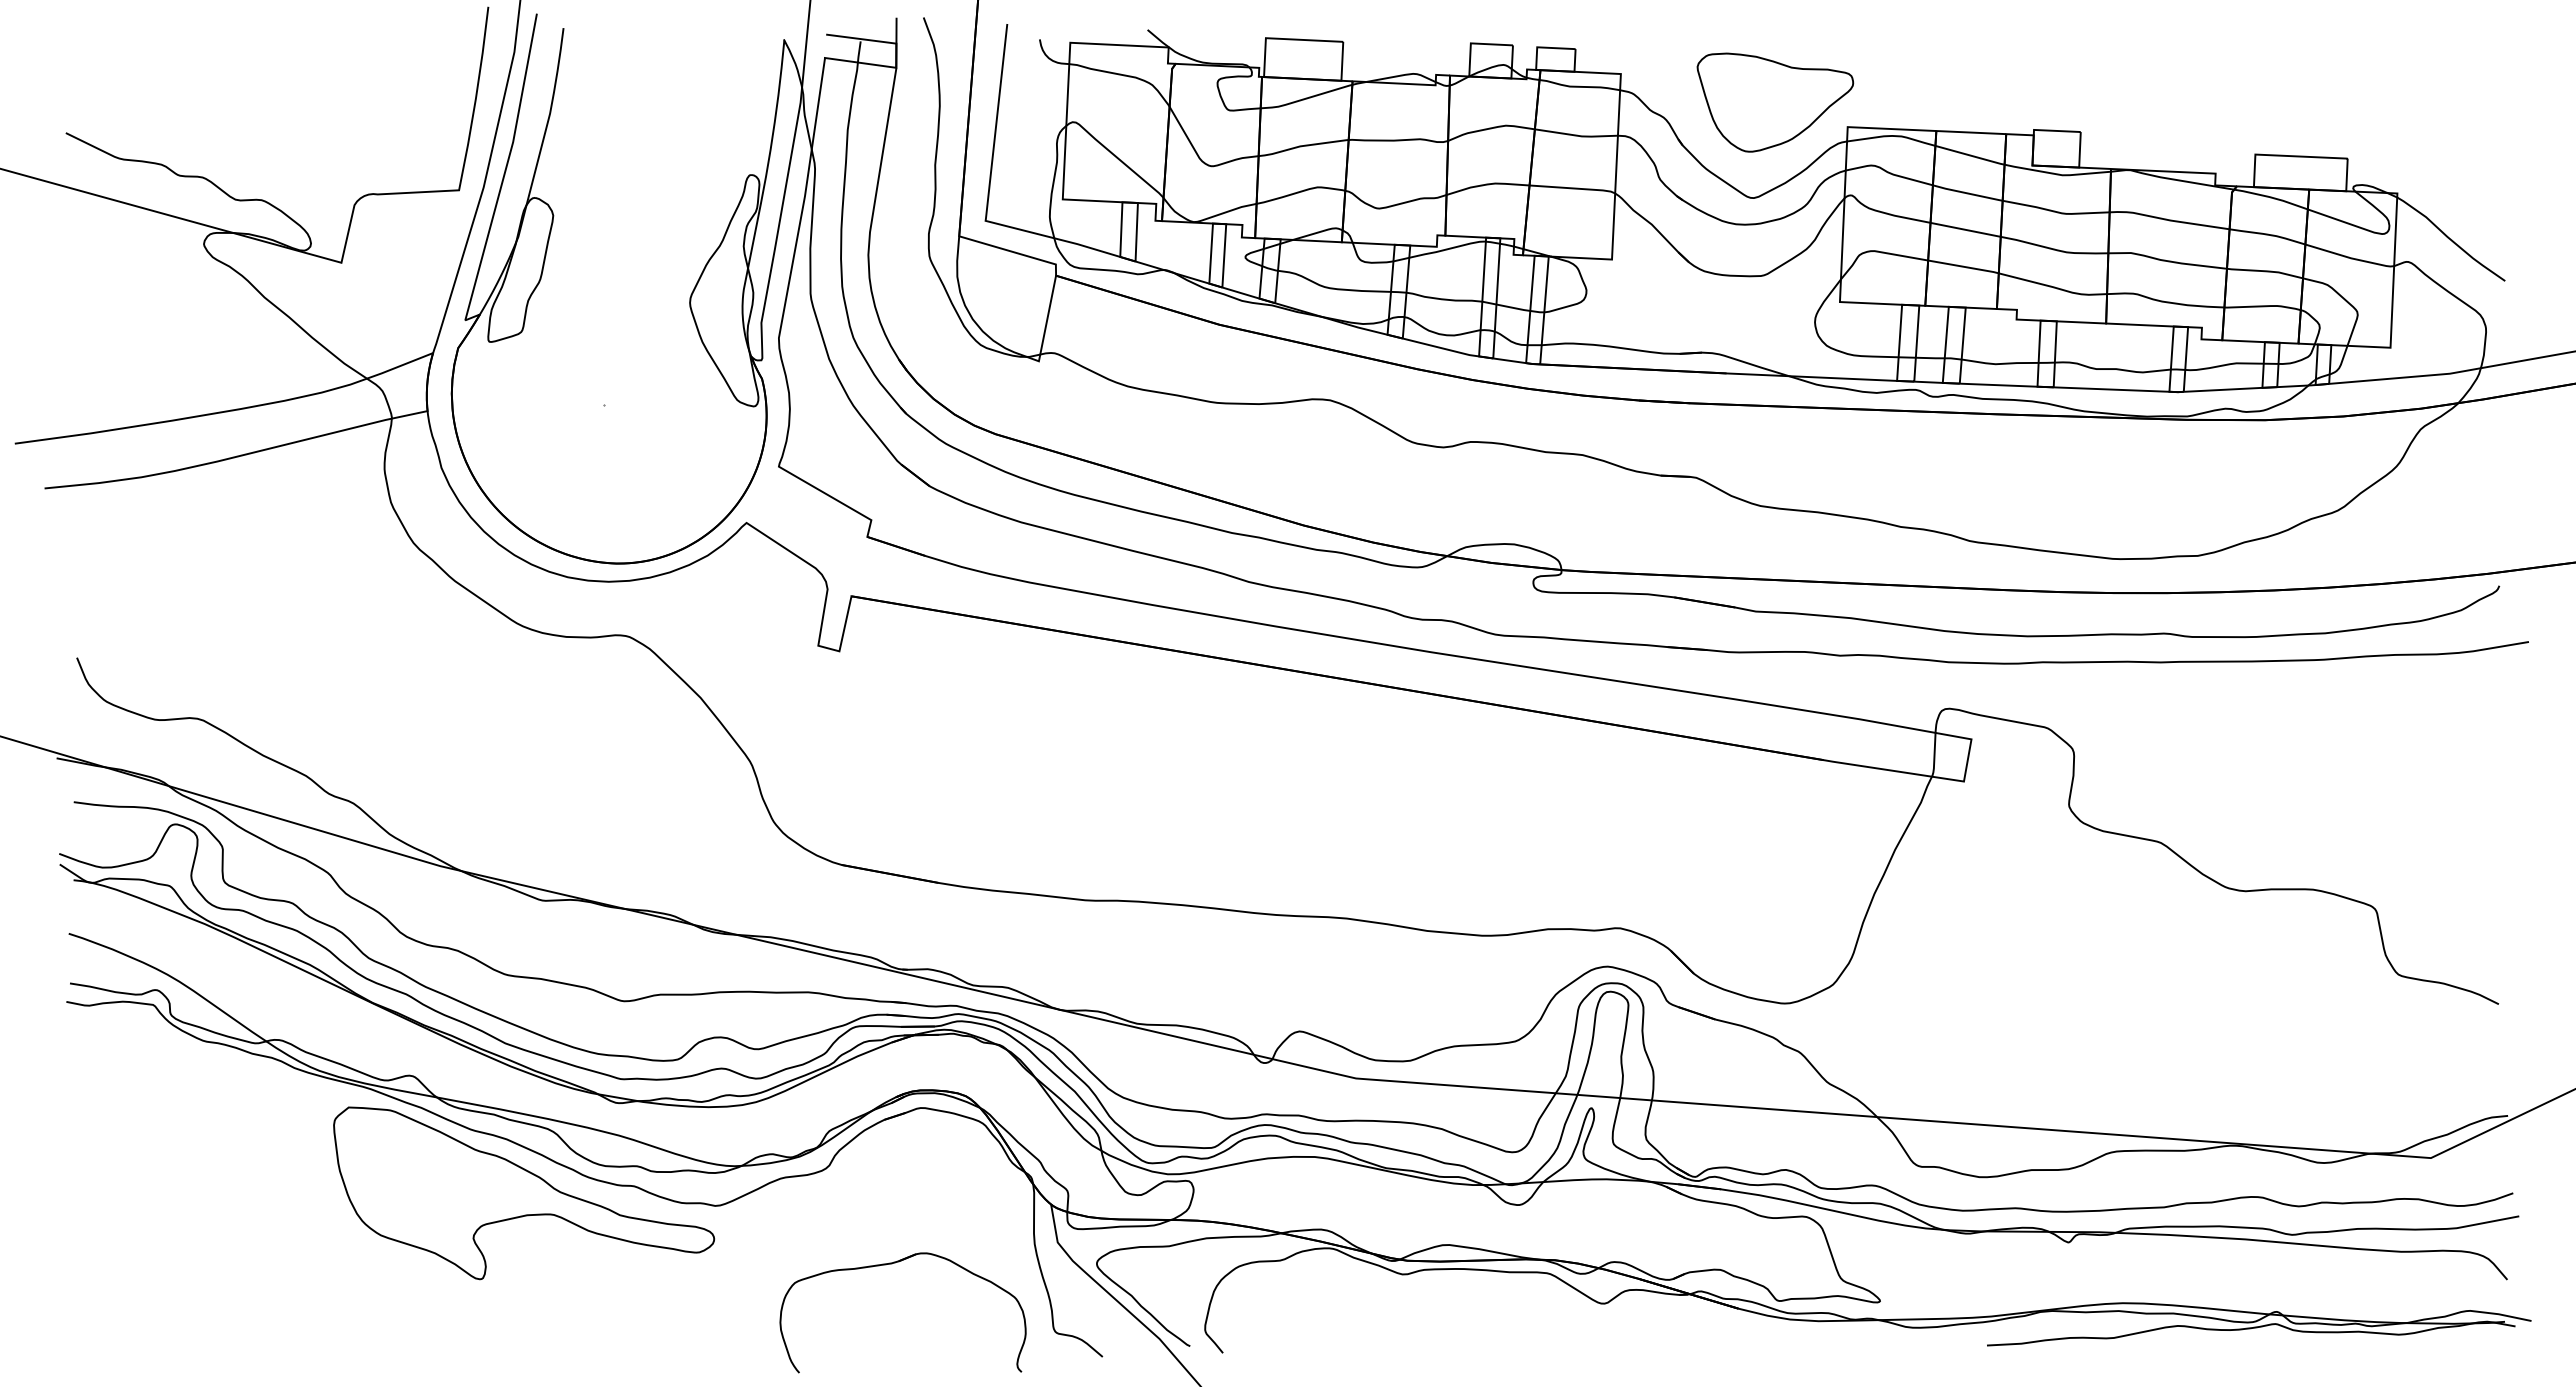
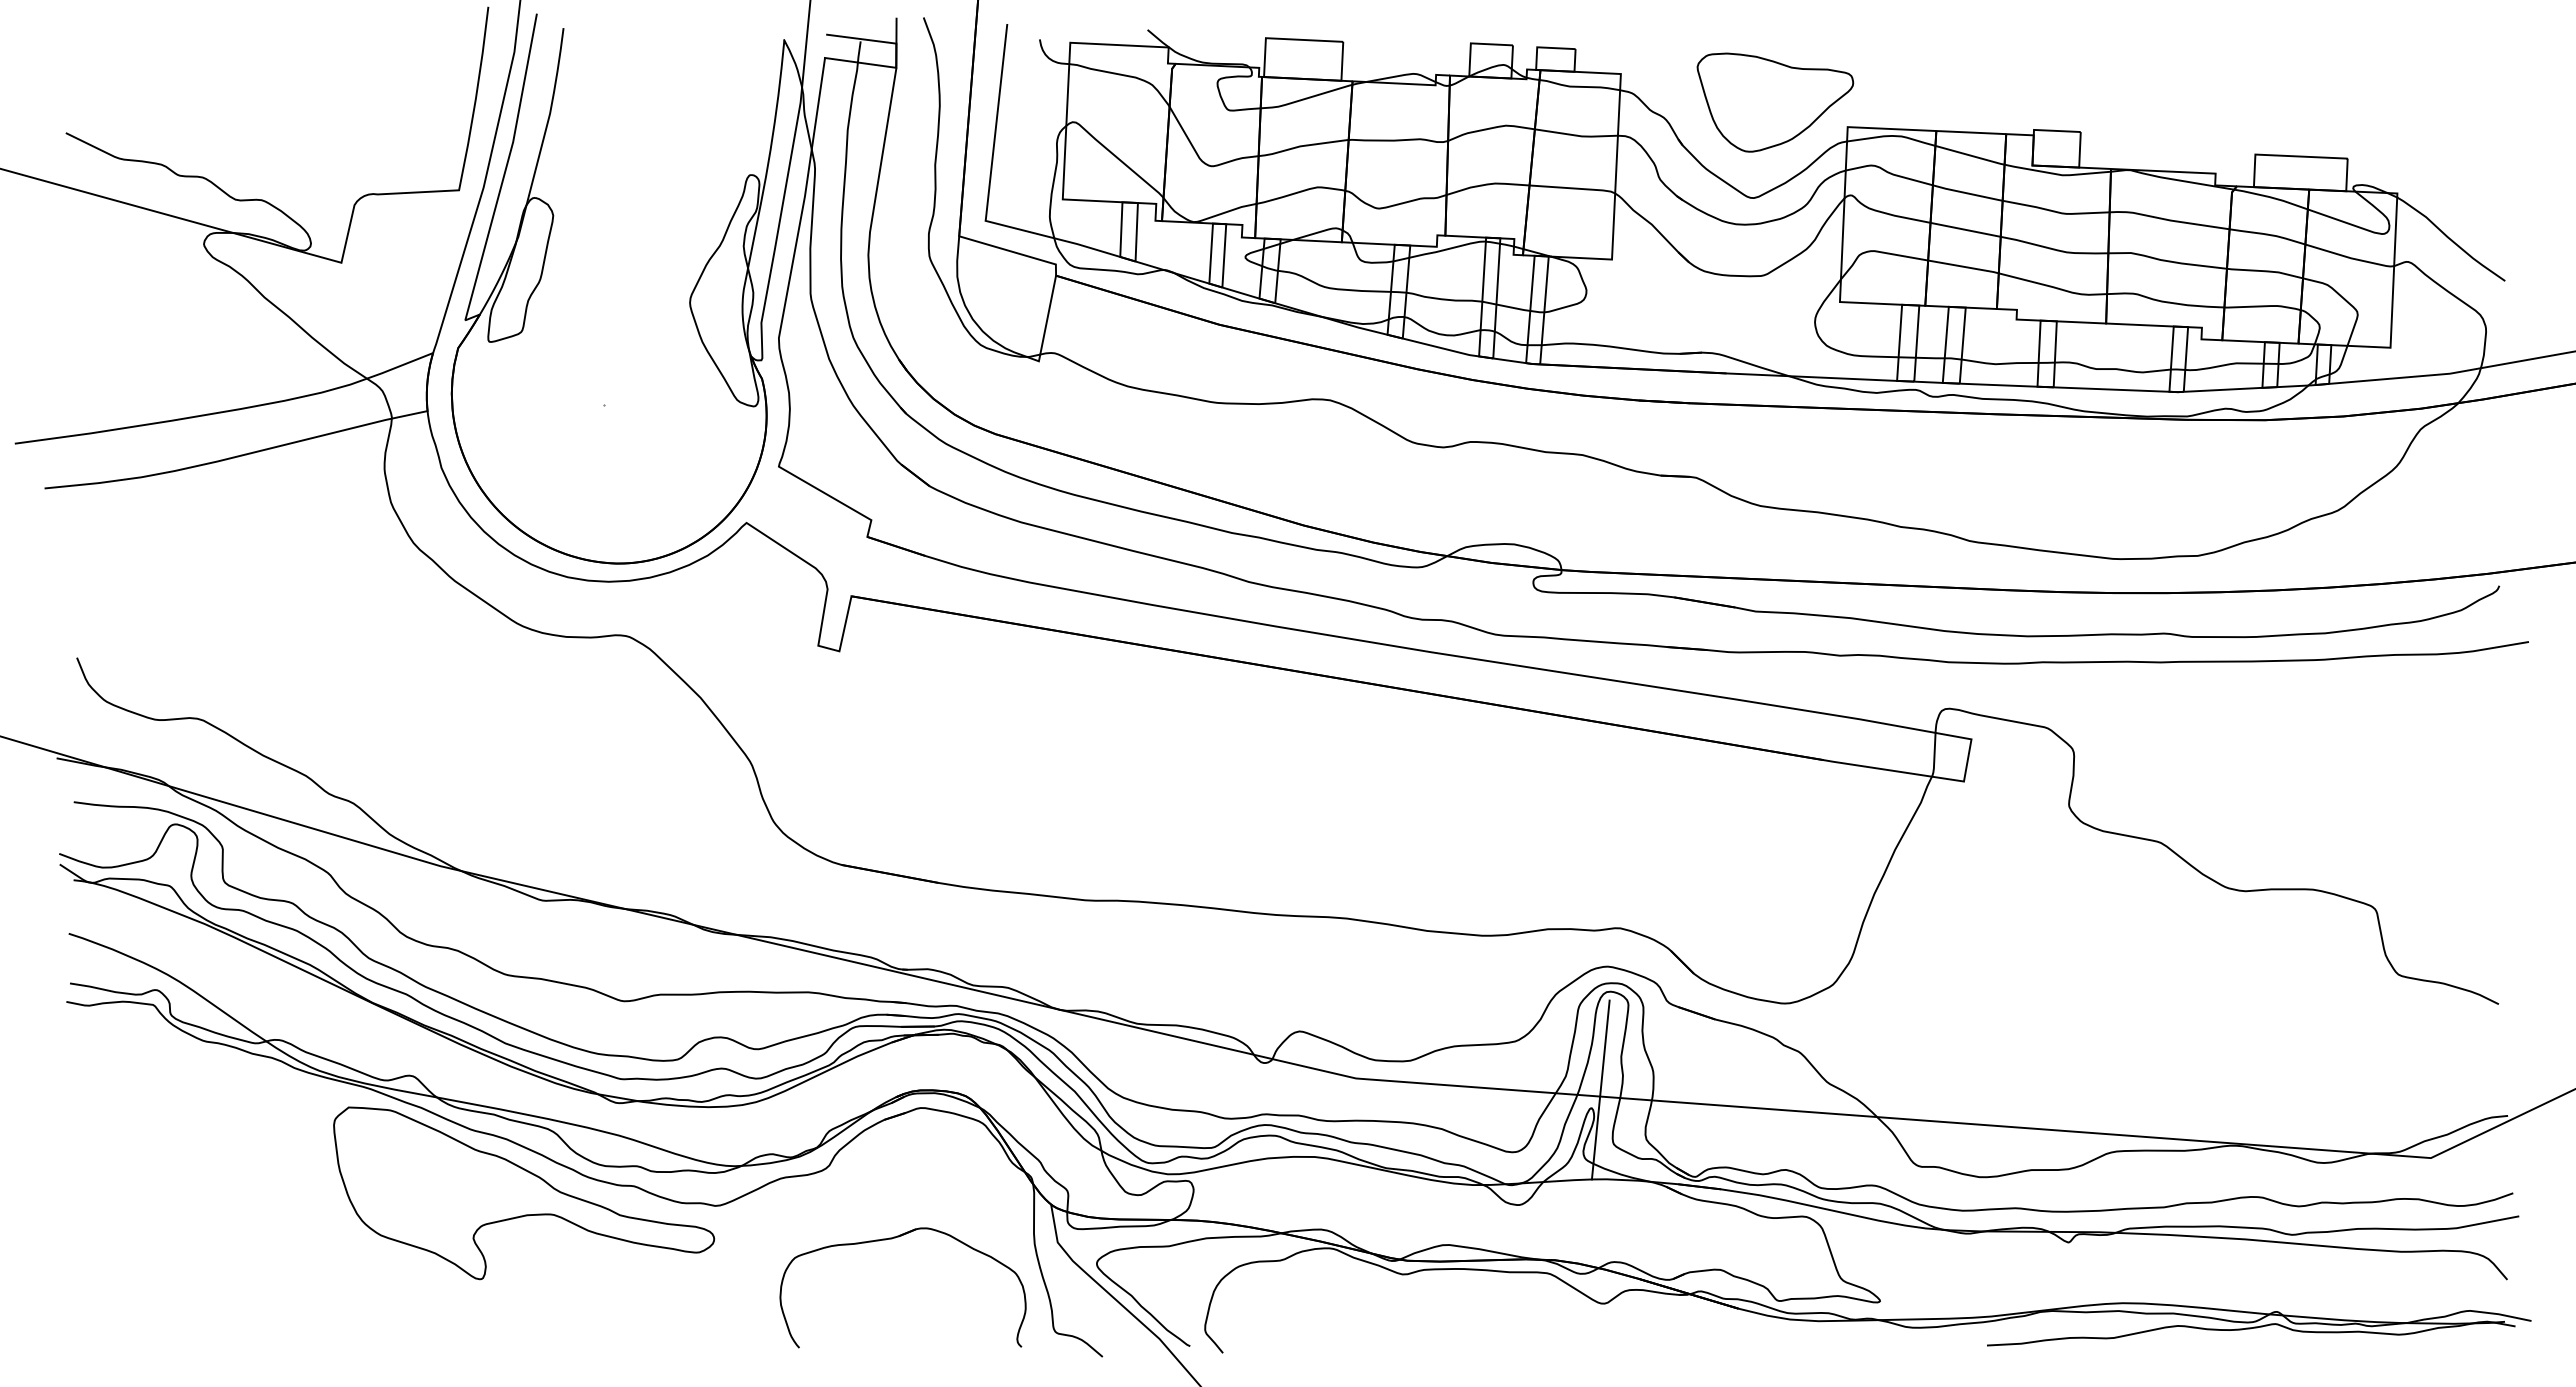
line at (1600, 1089): none -> present
part at (892, 1264) position: (892, 1264) -> (892, 1239)
